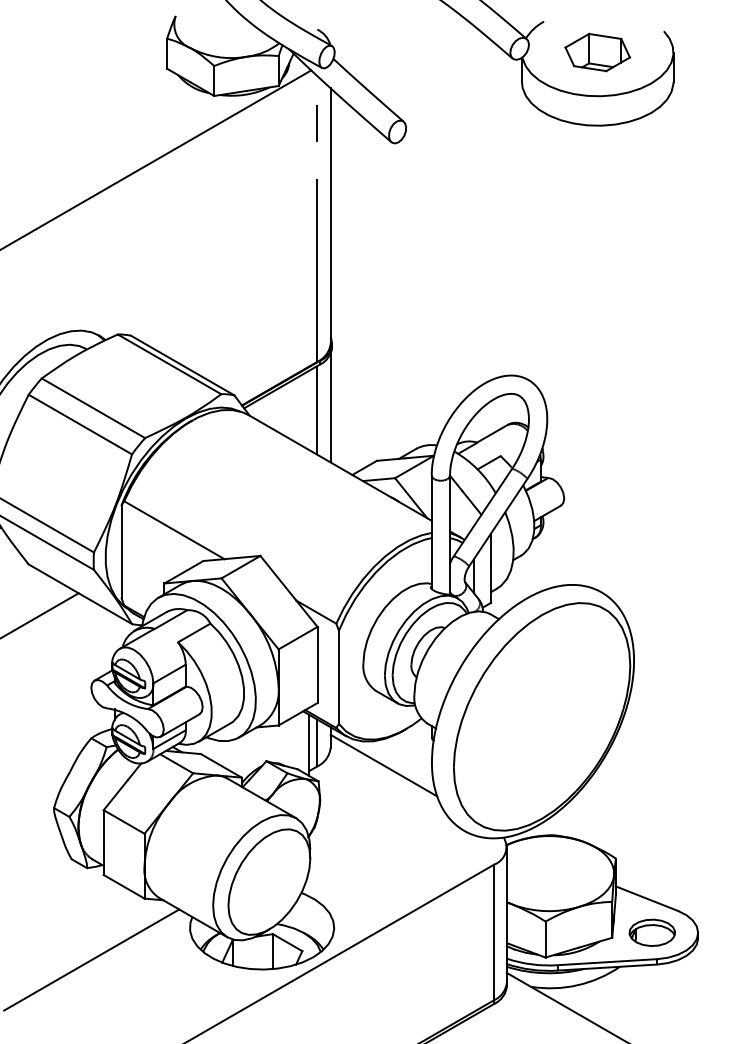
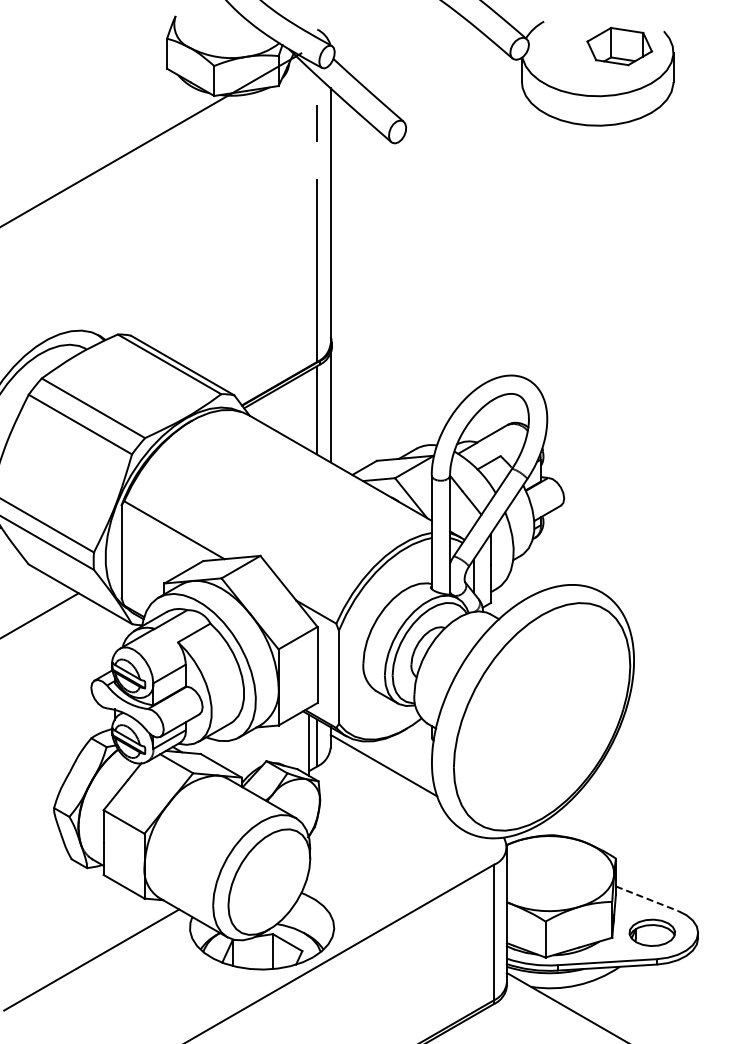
part at (597, 52) position: (597, 52) -> (619, 46)
line at (156, 159) position: (156, 159) -> (151, 139)
line at (647, 898): solid -> dashed
